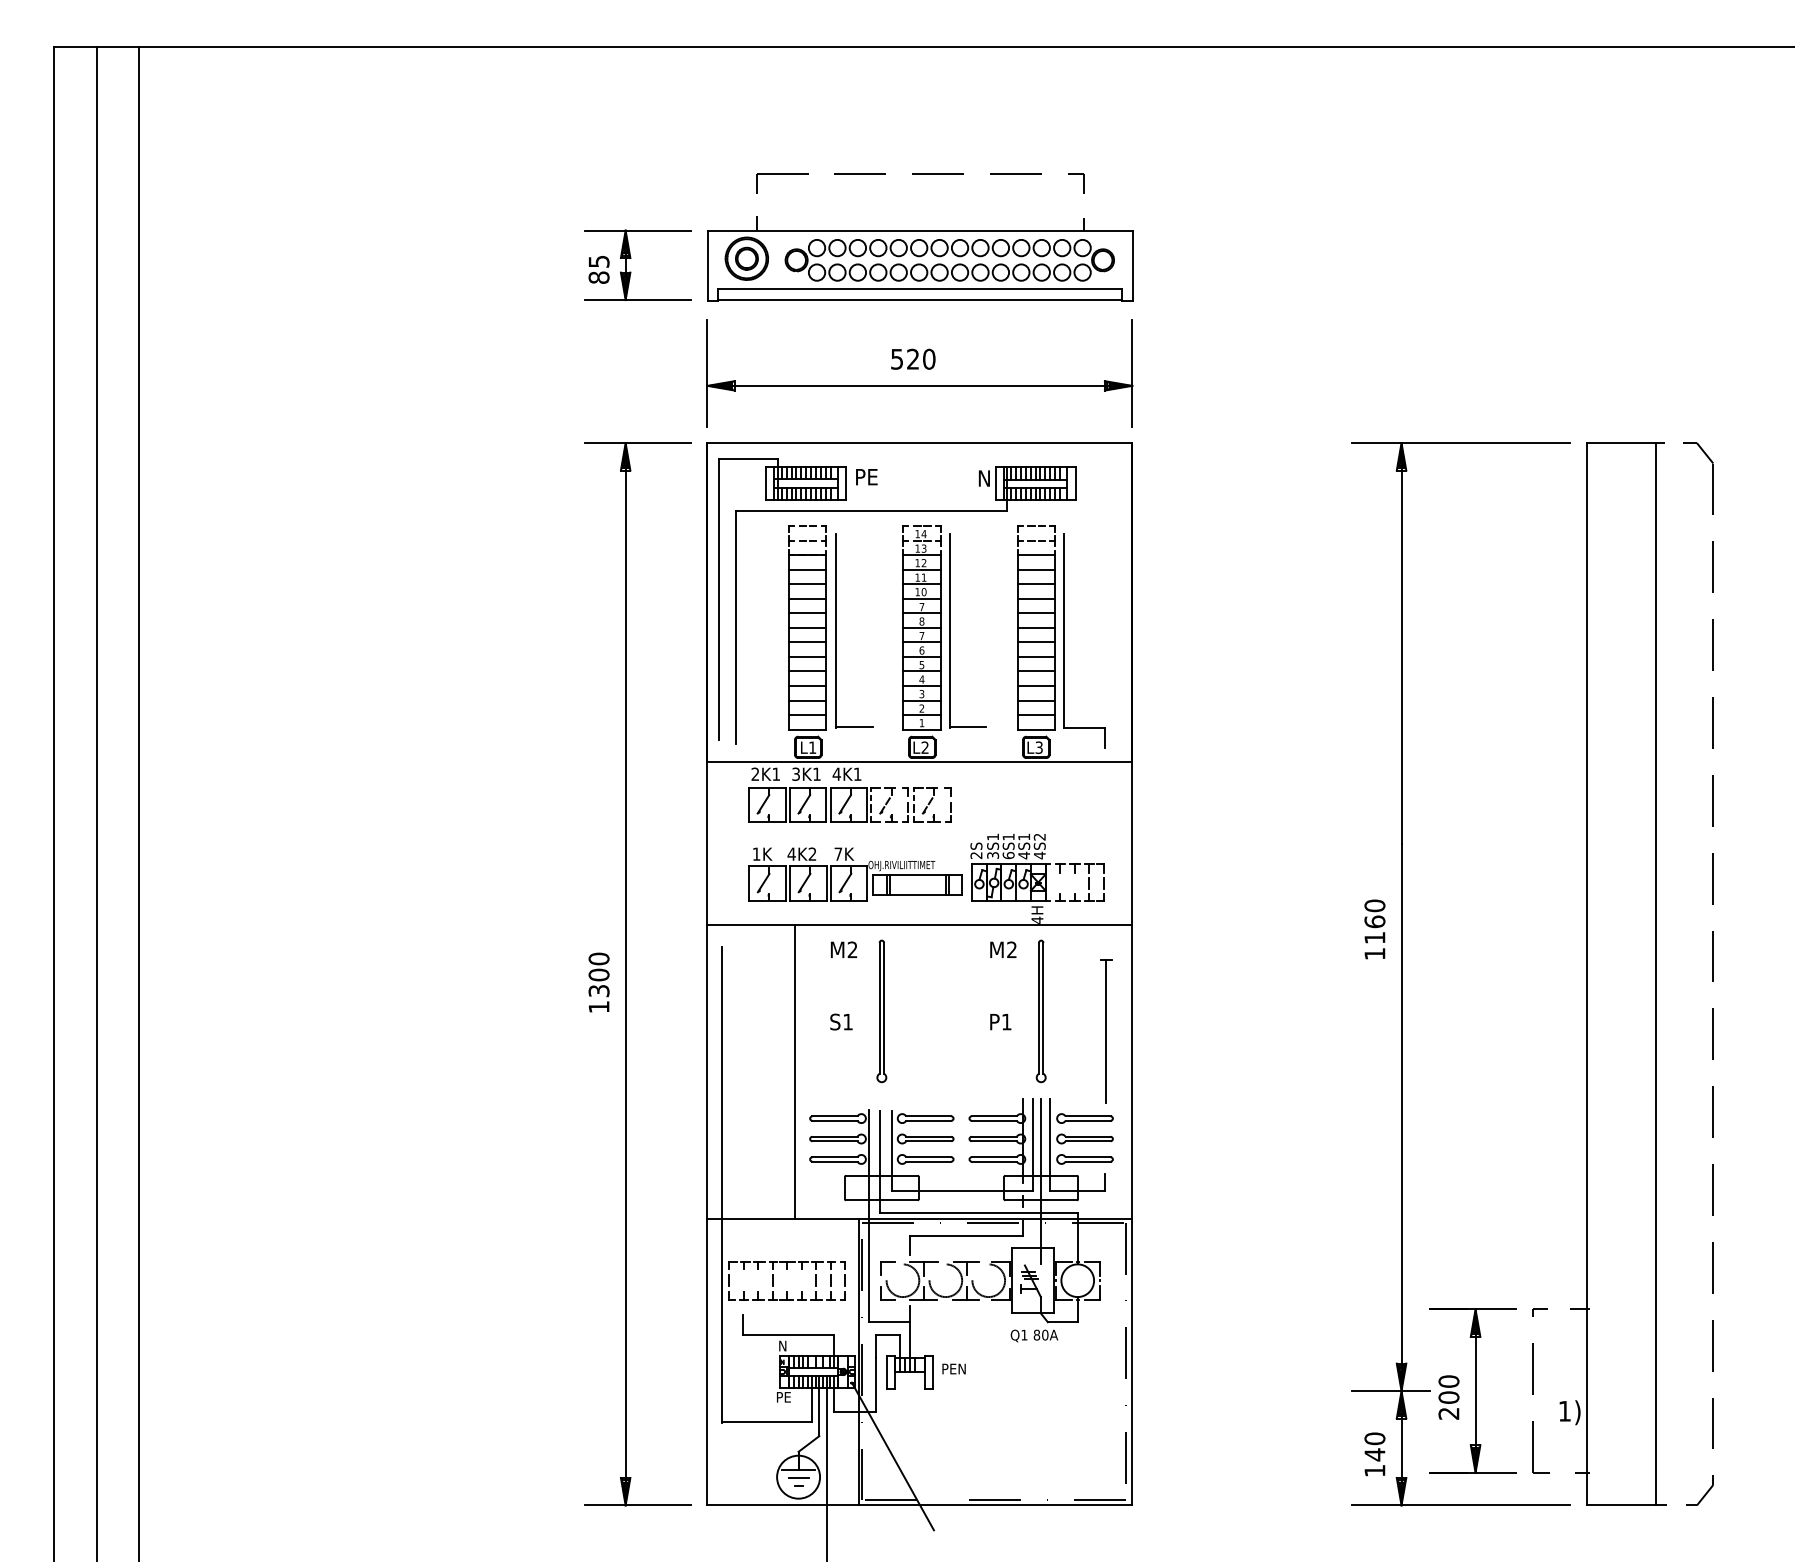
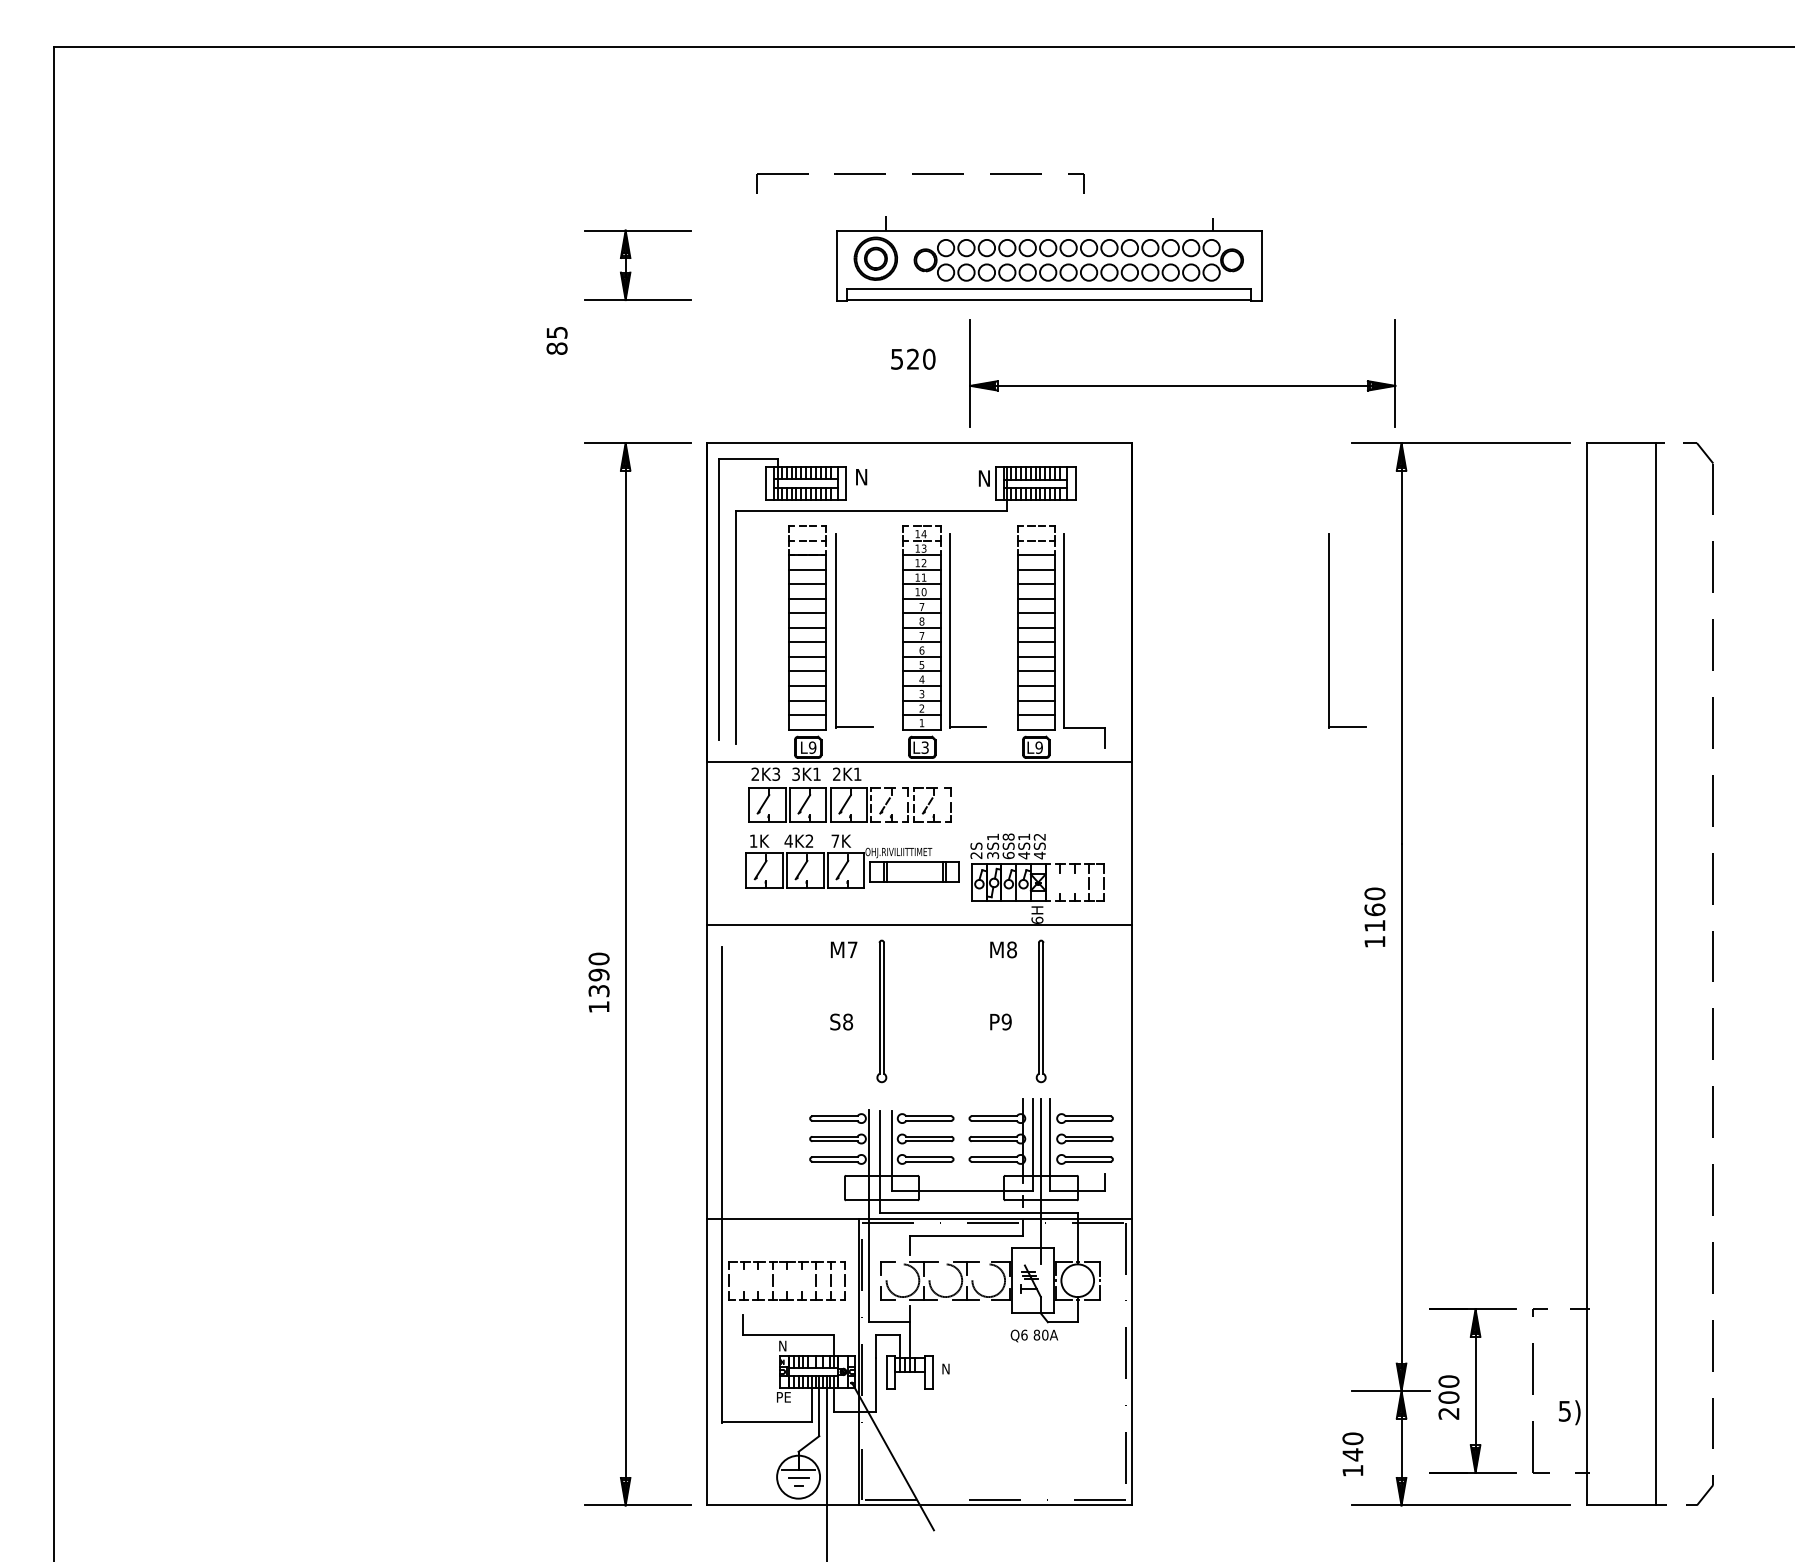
part at (920, 258) position: (920, 258) -> (1049, 258)
text at (598, 269) position: (598, 269) -> (556, 340)
part at (919, 385) position: (919, 385) -> (1182, 385)
text at (867, 477): PE -> N
part at (1329, 630): none -> present
text at (812, 747): L1 -> L9
text at (924, 747): L2 -> L3
text at (1038, 747): L3 -> L9
text at (776, 773): 2K1 -> 2K3
text at (836, 773): 4K1 -> 2K1
line at (96, 802): present -> none
line at (139, 802): present -> none
text at (1008, 836): 6S1 -> 6S8
part at (855, 874) position: (855, 874) -> (852, 861)
text at (1037, 919): 4H -> 6H
text at (1374, 929) position: (1374, 929) -> (1374, 917)
text at (852, 949): M2 -> M7
text at (1012, 949): M2 -> M8
text at (598, 974): 1300 -> 1390
text at (848, 1021): S1 -> S8
text at (1006, 1021): P1 -> P9
part at (1106, 1031): present -> none
line at (794, 1072): present -> none
text at (1024, 1334): Q1 -> Q6
text at (954, 1368): PEN -> N
text at (1564, 1411): 1) -> 5)
text at (1374, 1454) position: (1374, 1454) -> (1352, 1454)
